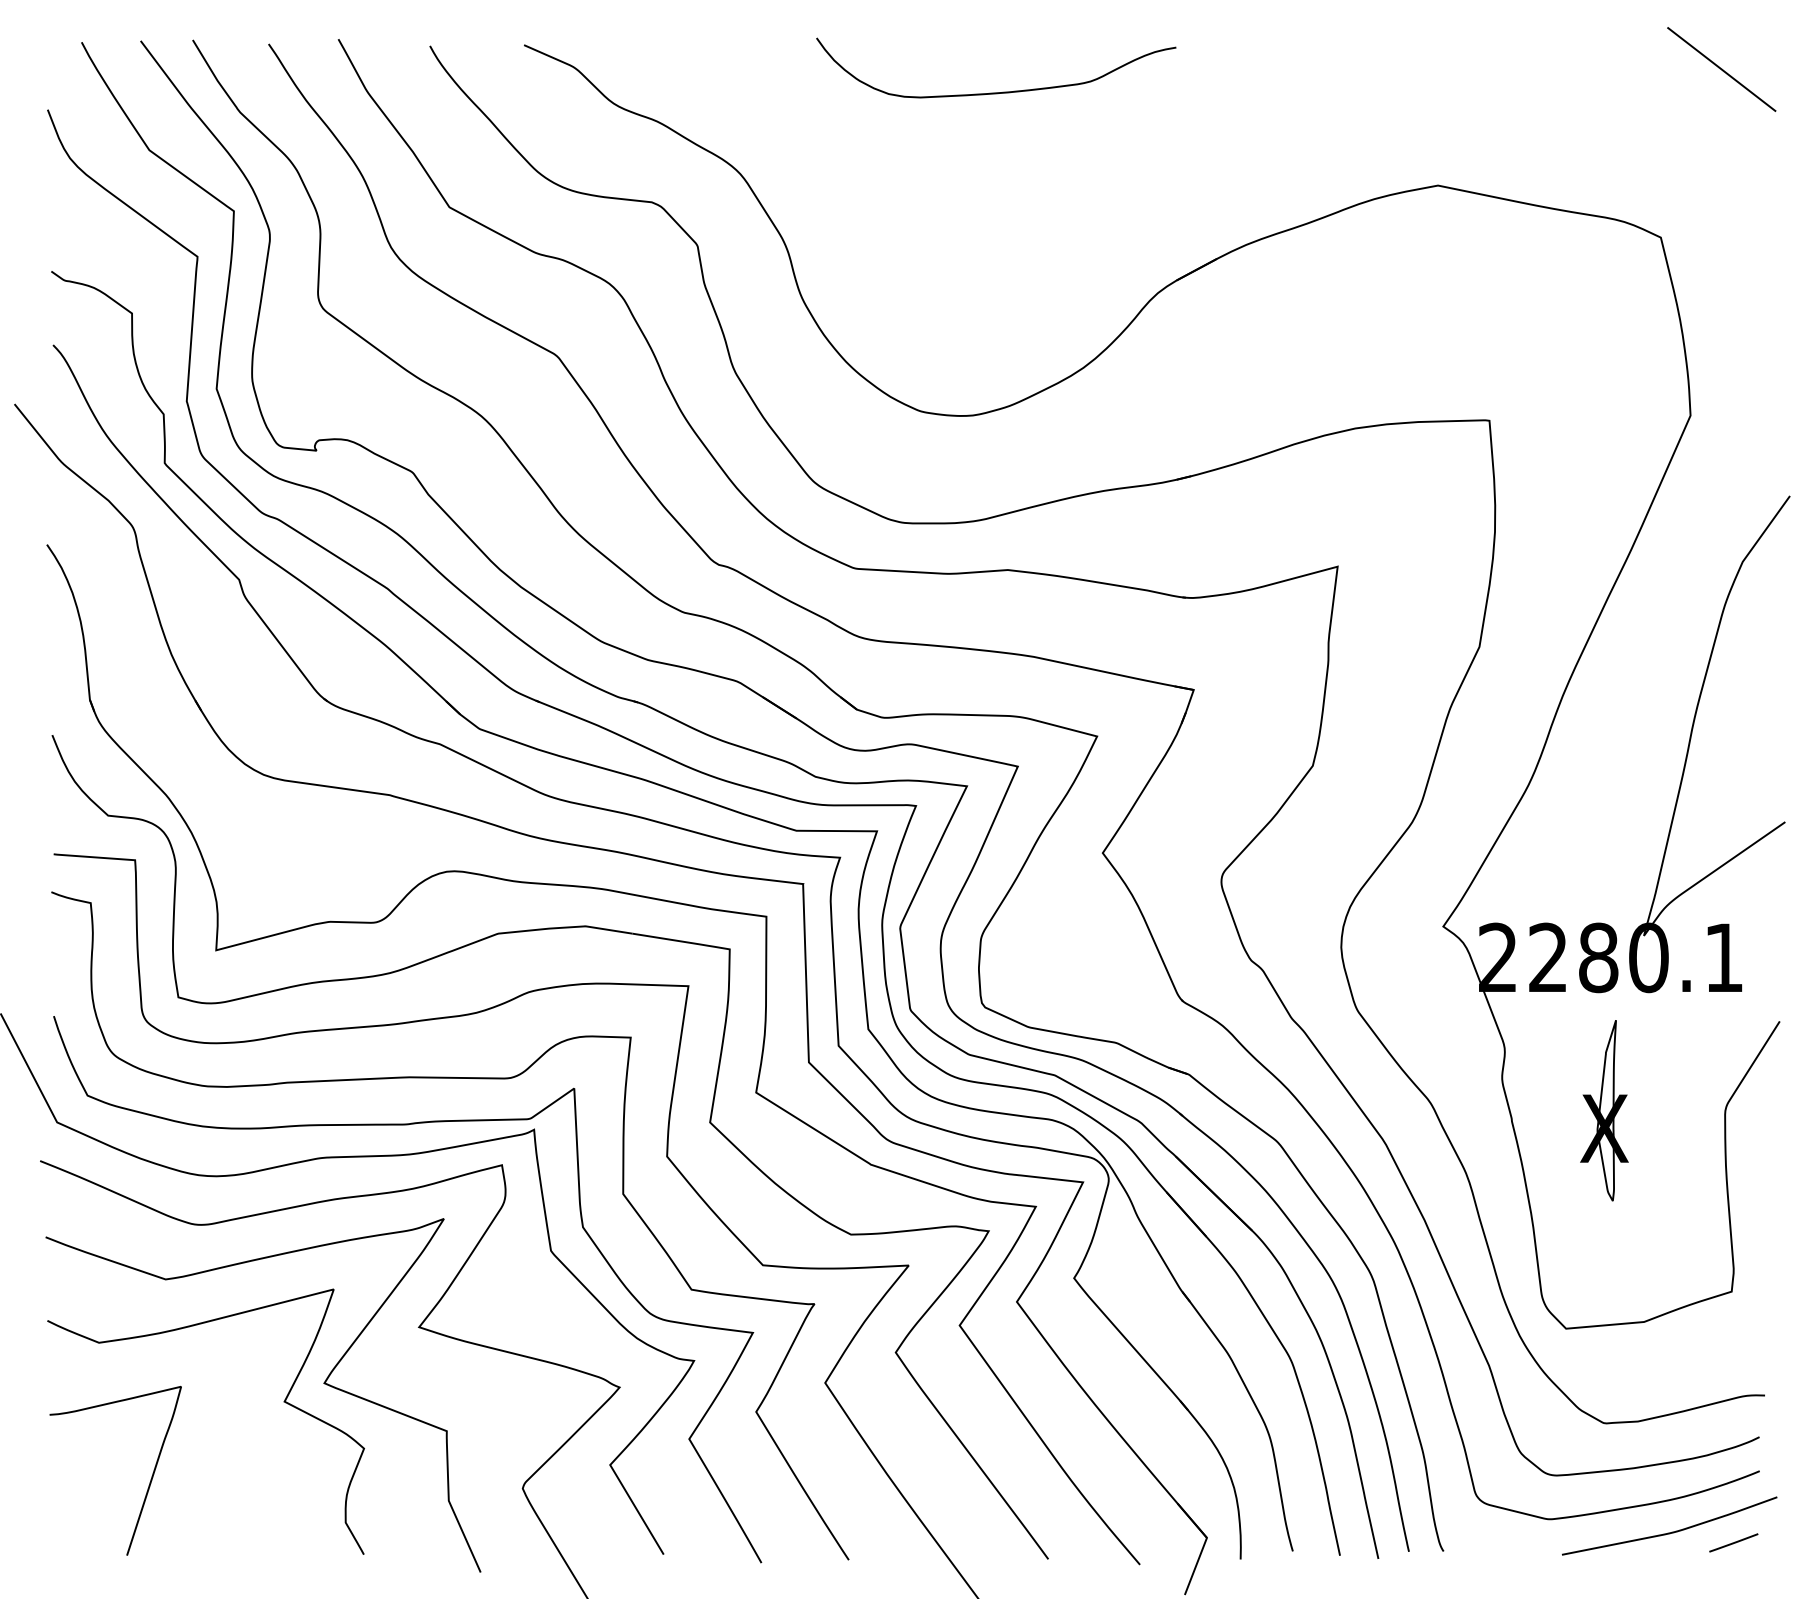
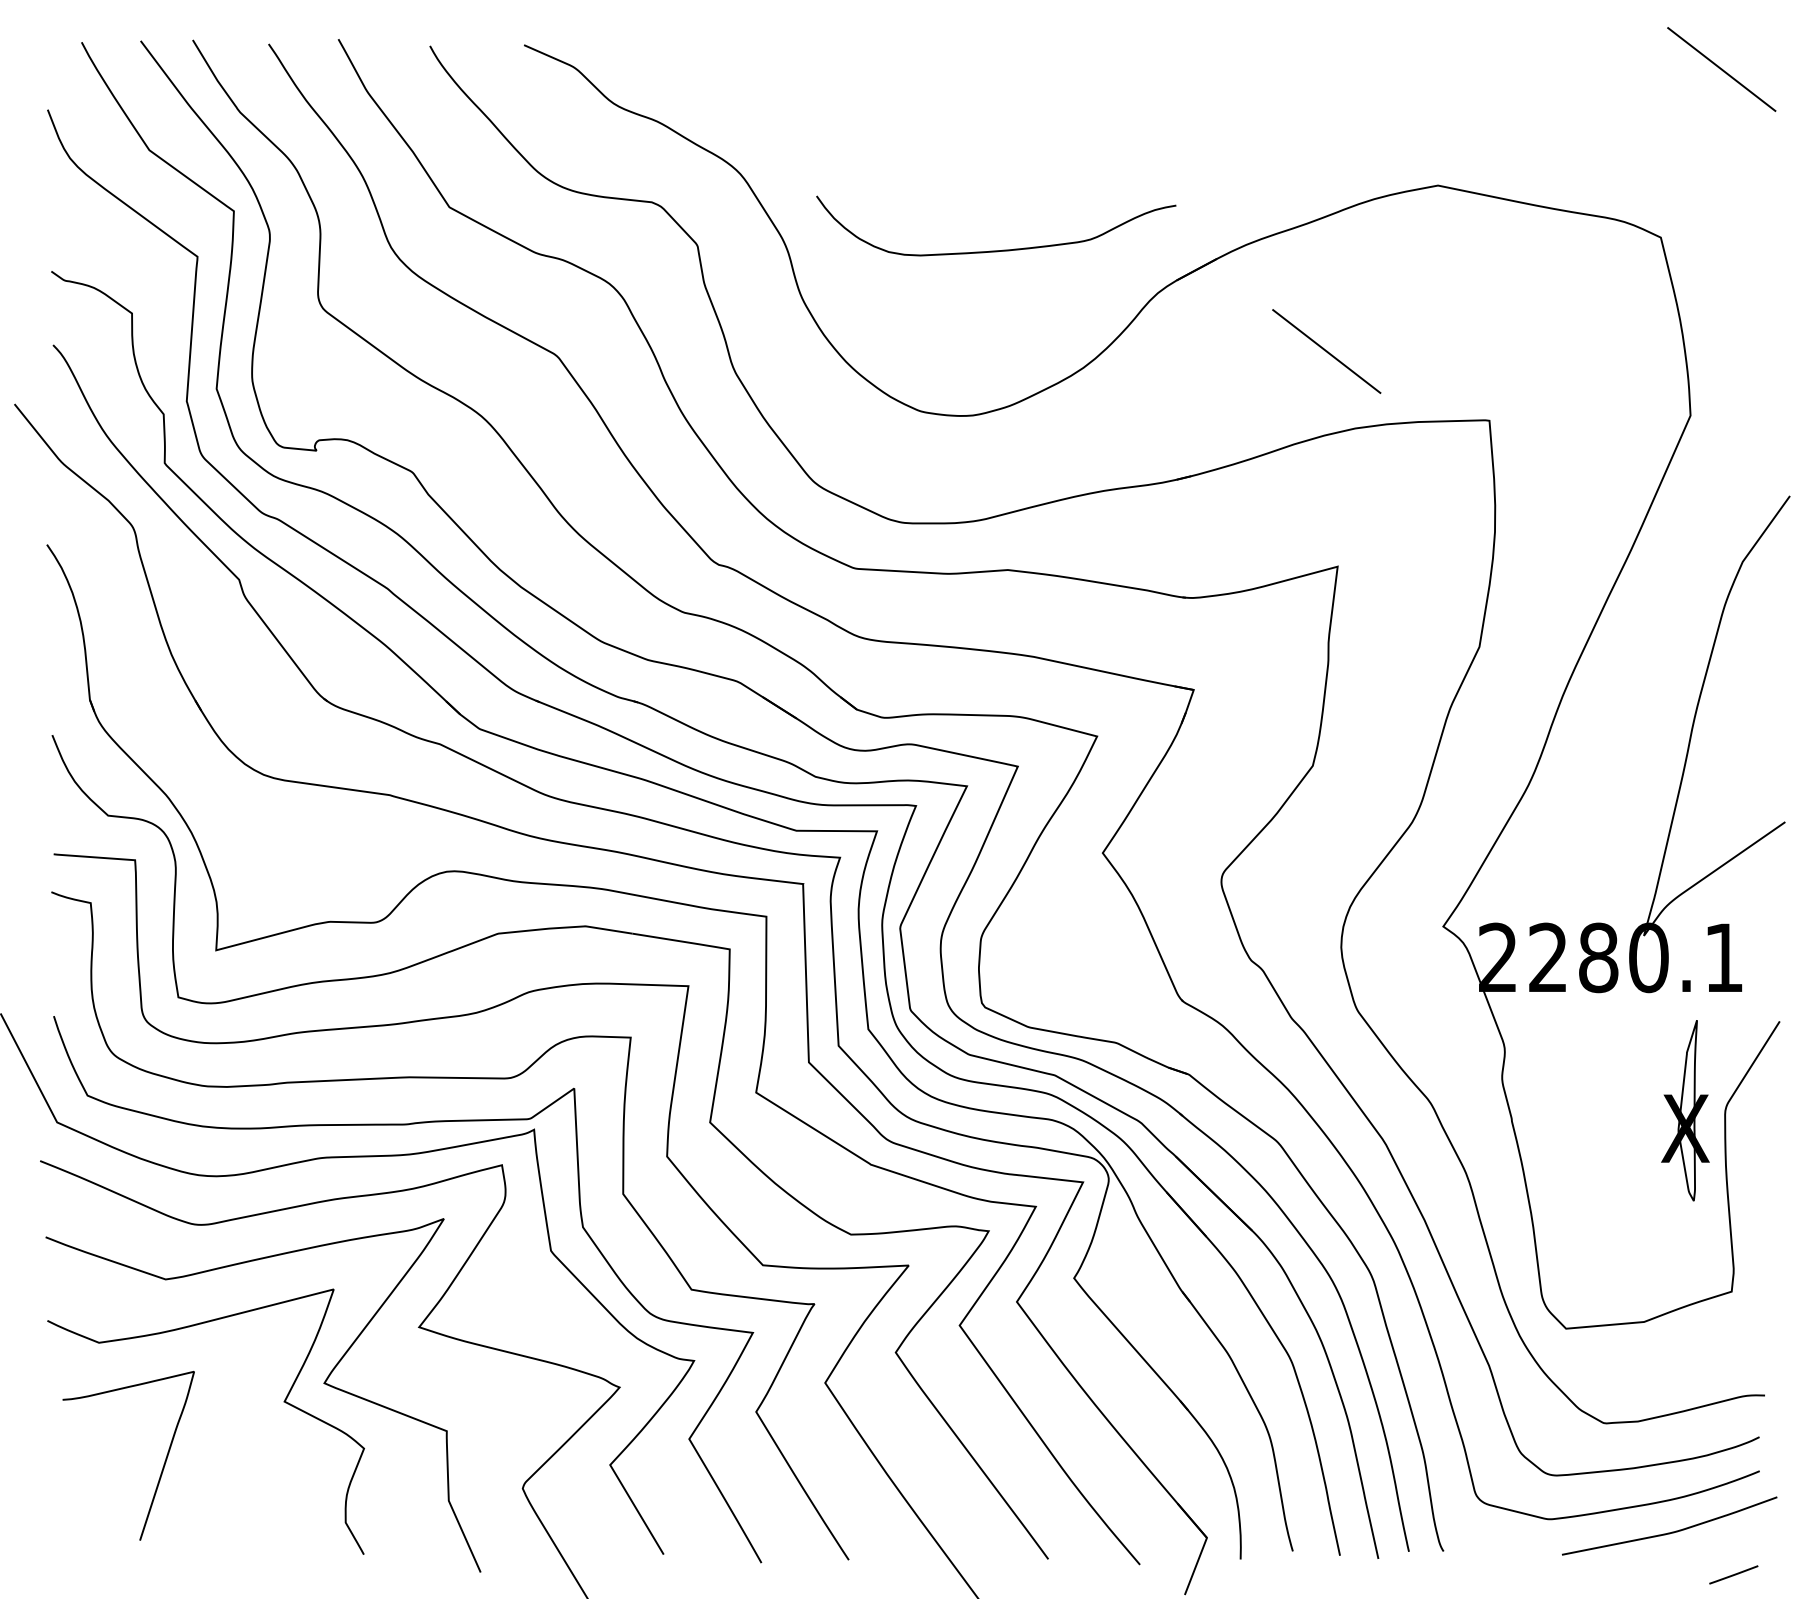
curve at (1003, 91) position: (1003, 91) -> (1003, 249)
line at (1326, 351): none -> present
part at (1604, 1110) position: (1604, 1110) -> (1685, 1110)
curve at (149, 1482) position: (149, 1482) -> (162, 1467)
line at (1733, 1542) position: (1733, 1542) -> (1733, 1574)
